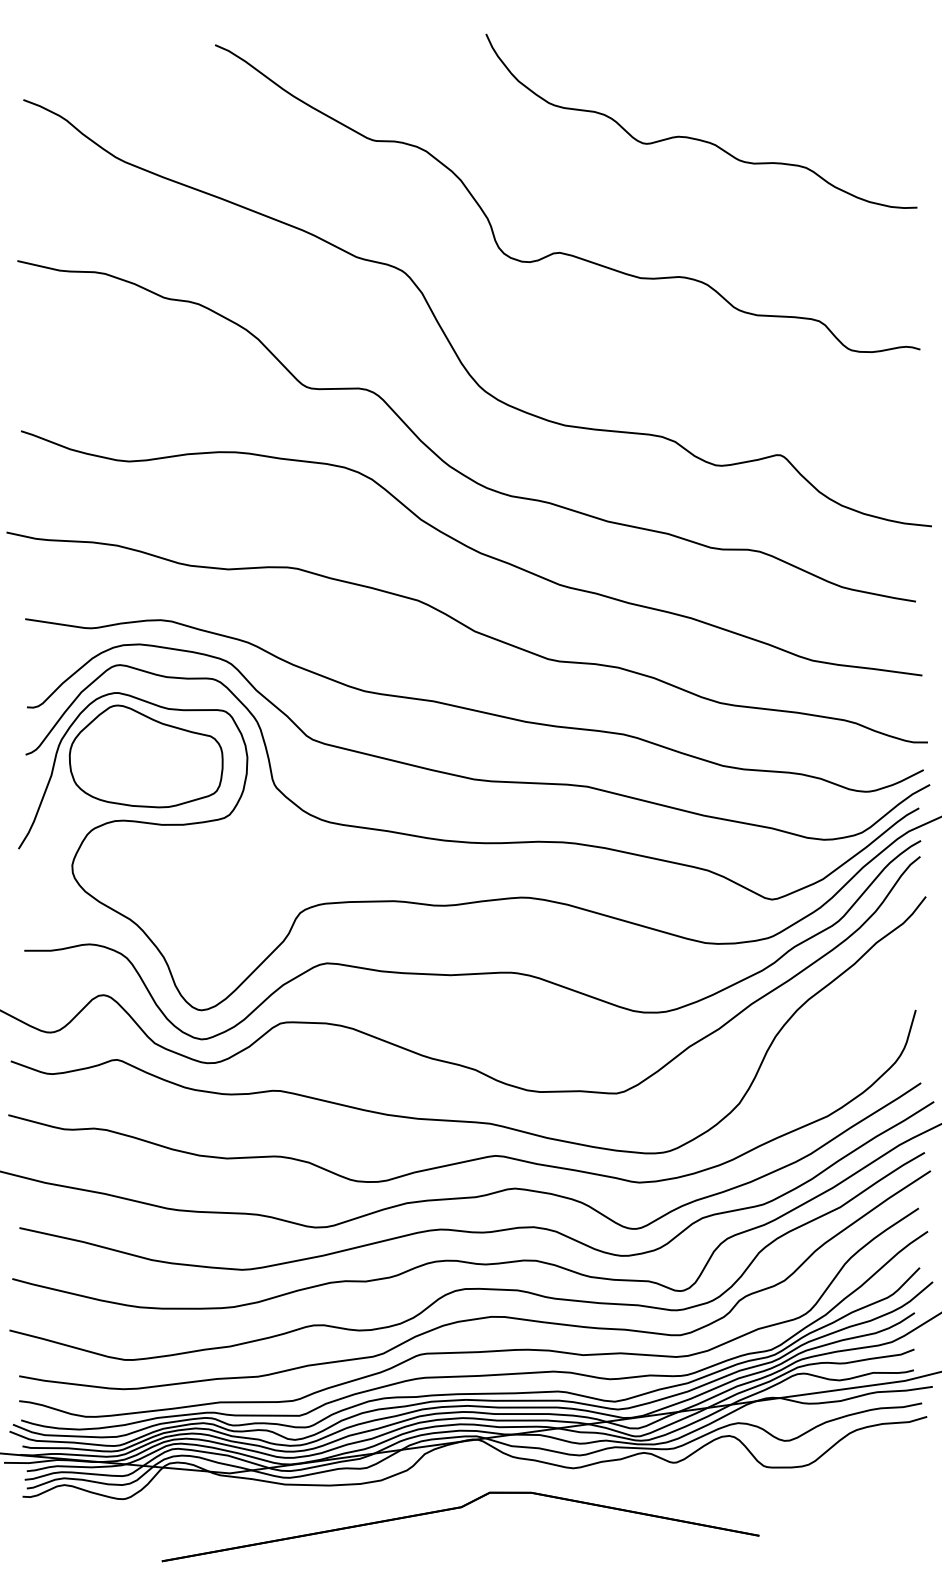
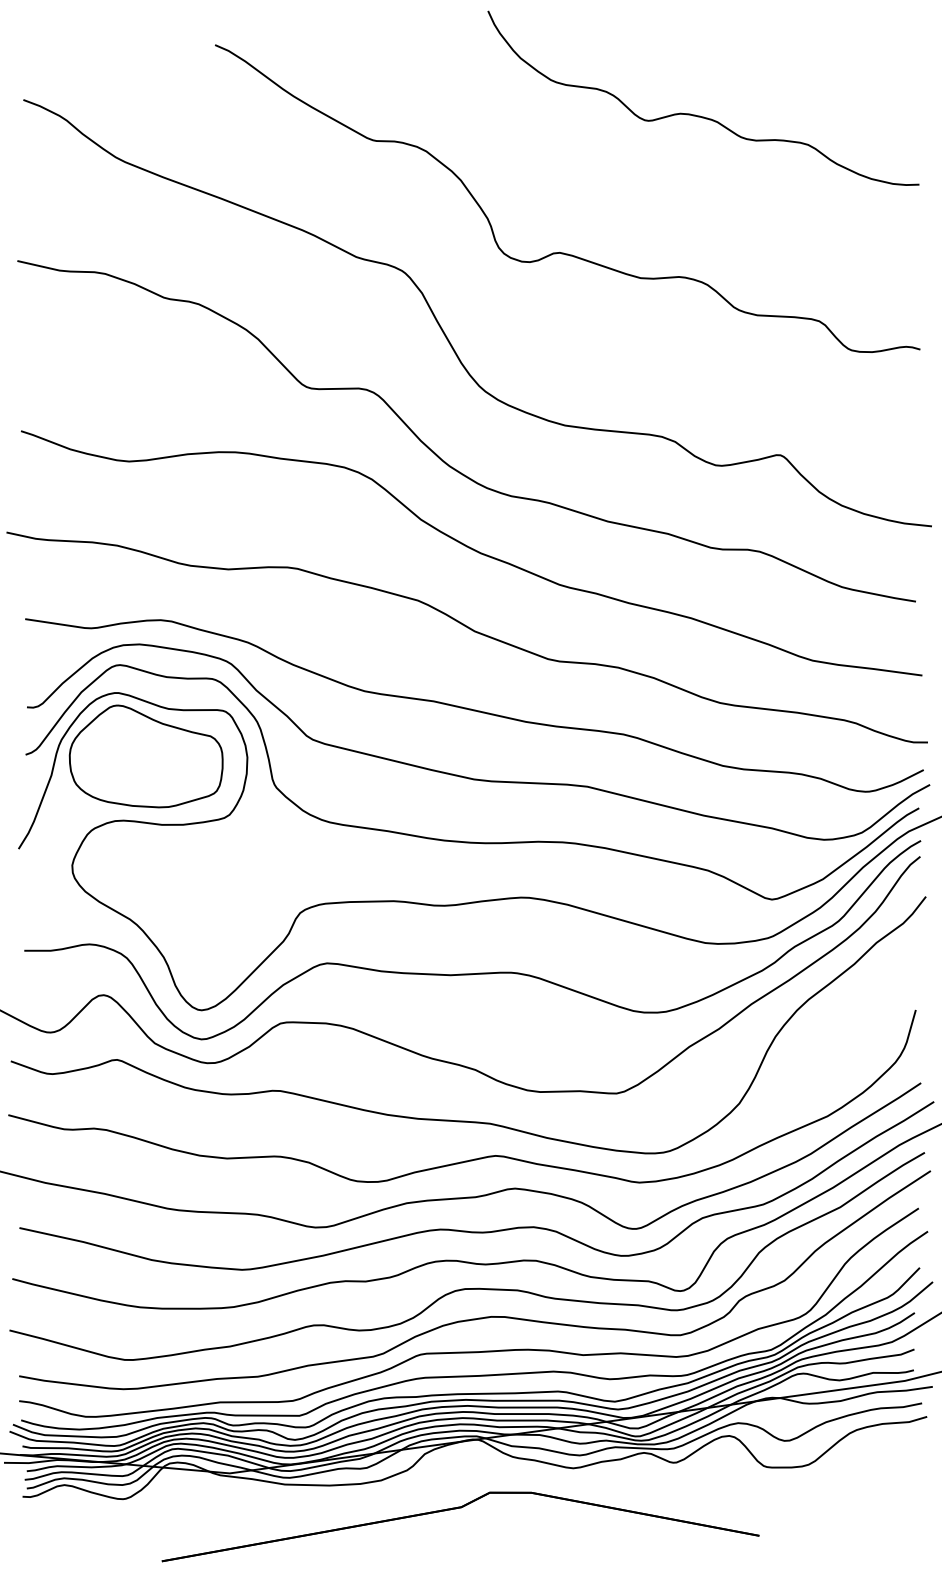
curve at (698, 138) position: (698, 138) -> (700, 115)
